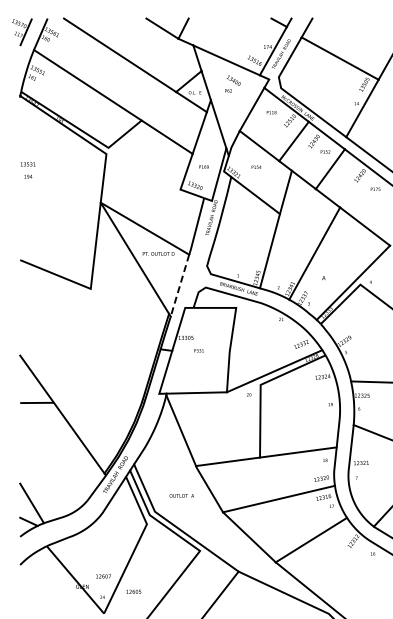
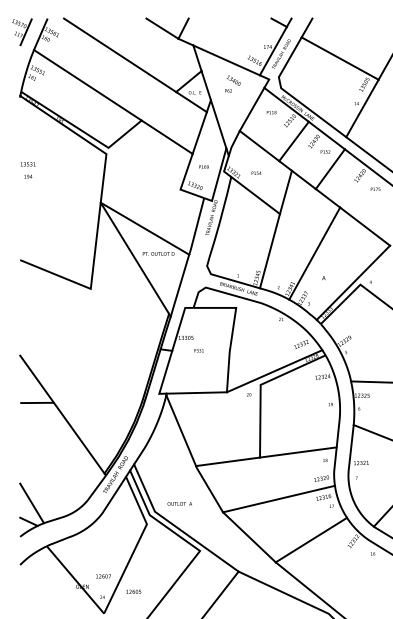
text at (256, 166) position: (256, 166) -> (256, 172)
line at (179, 286): dashed -> solid
text at (181, 495) position: (181, 495) -> (179, 503)
